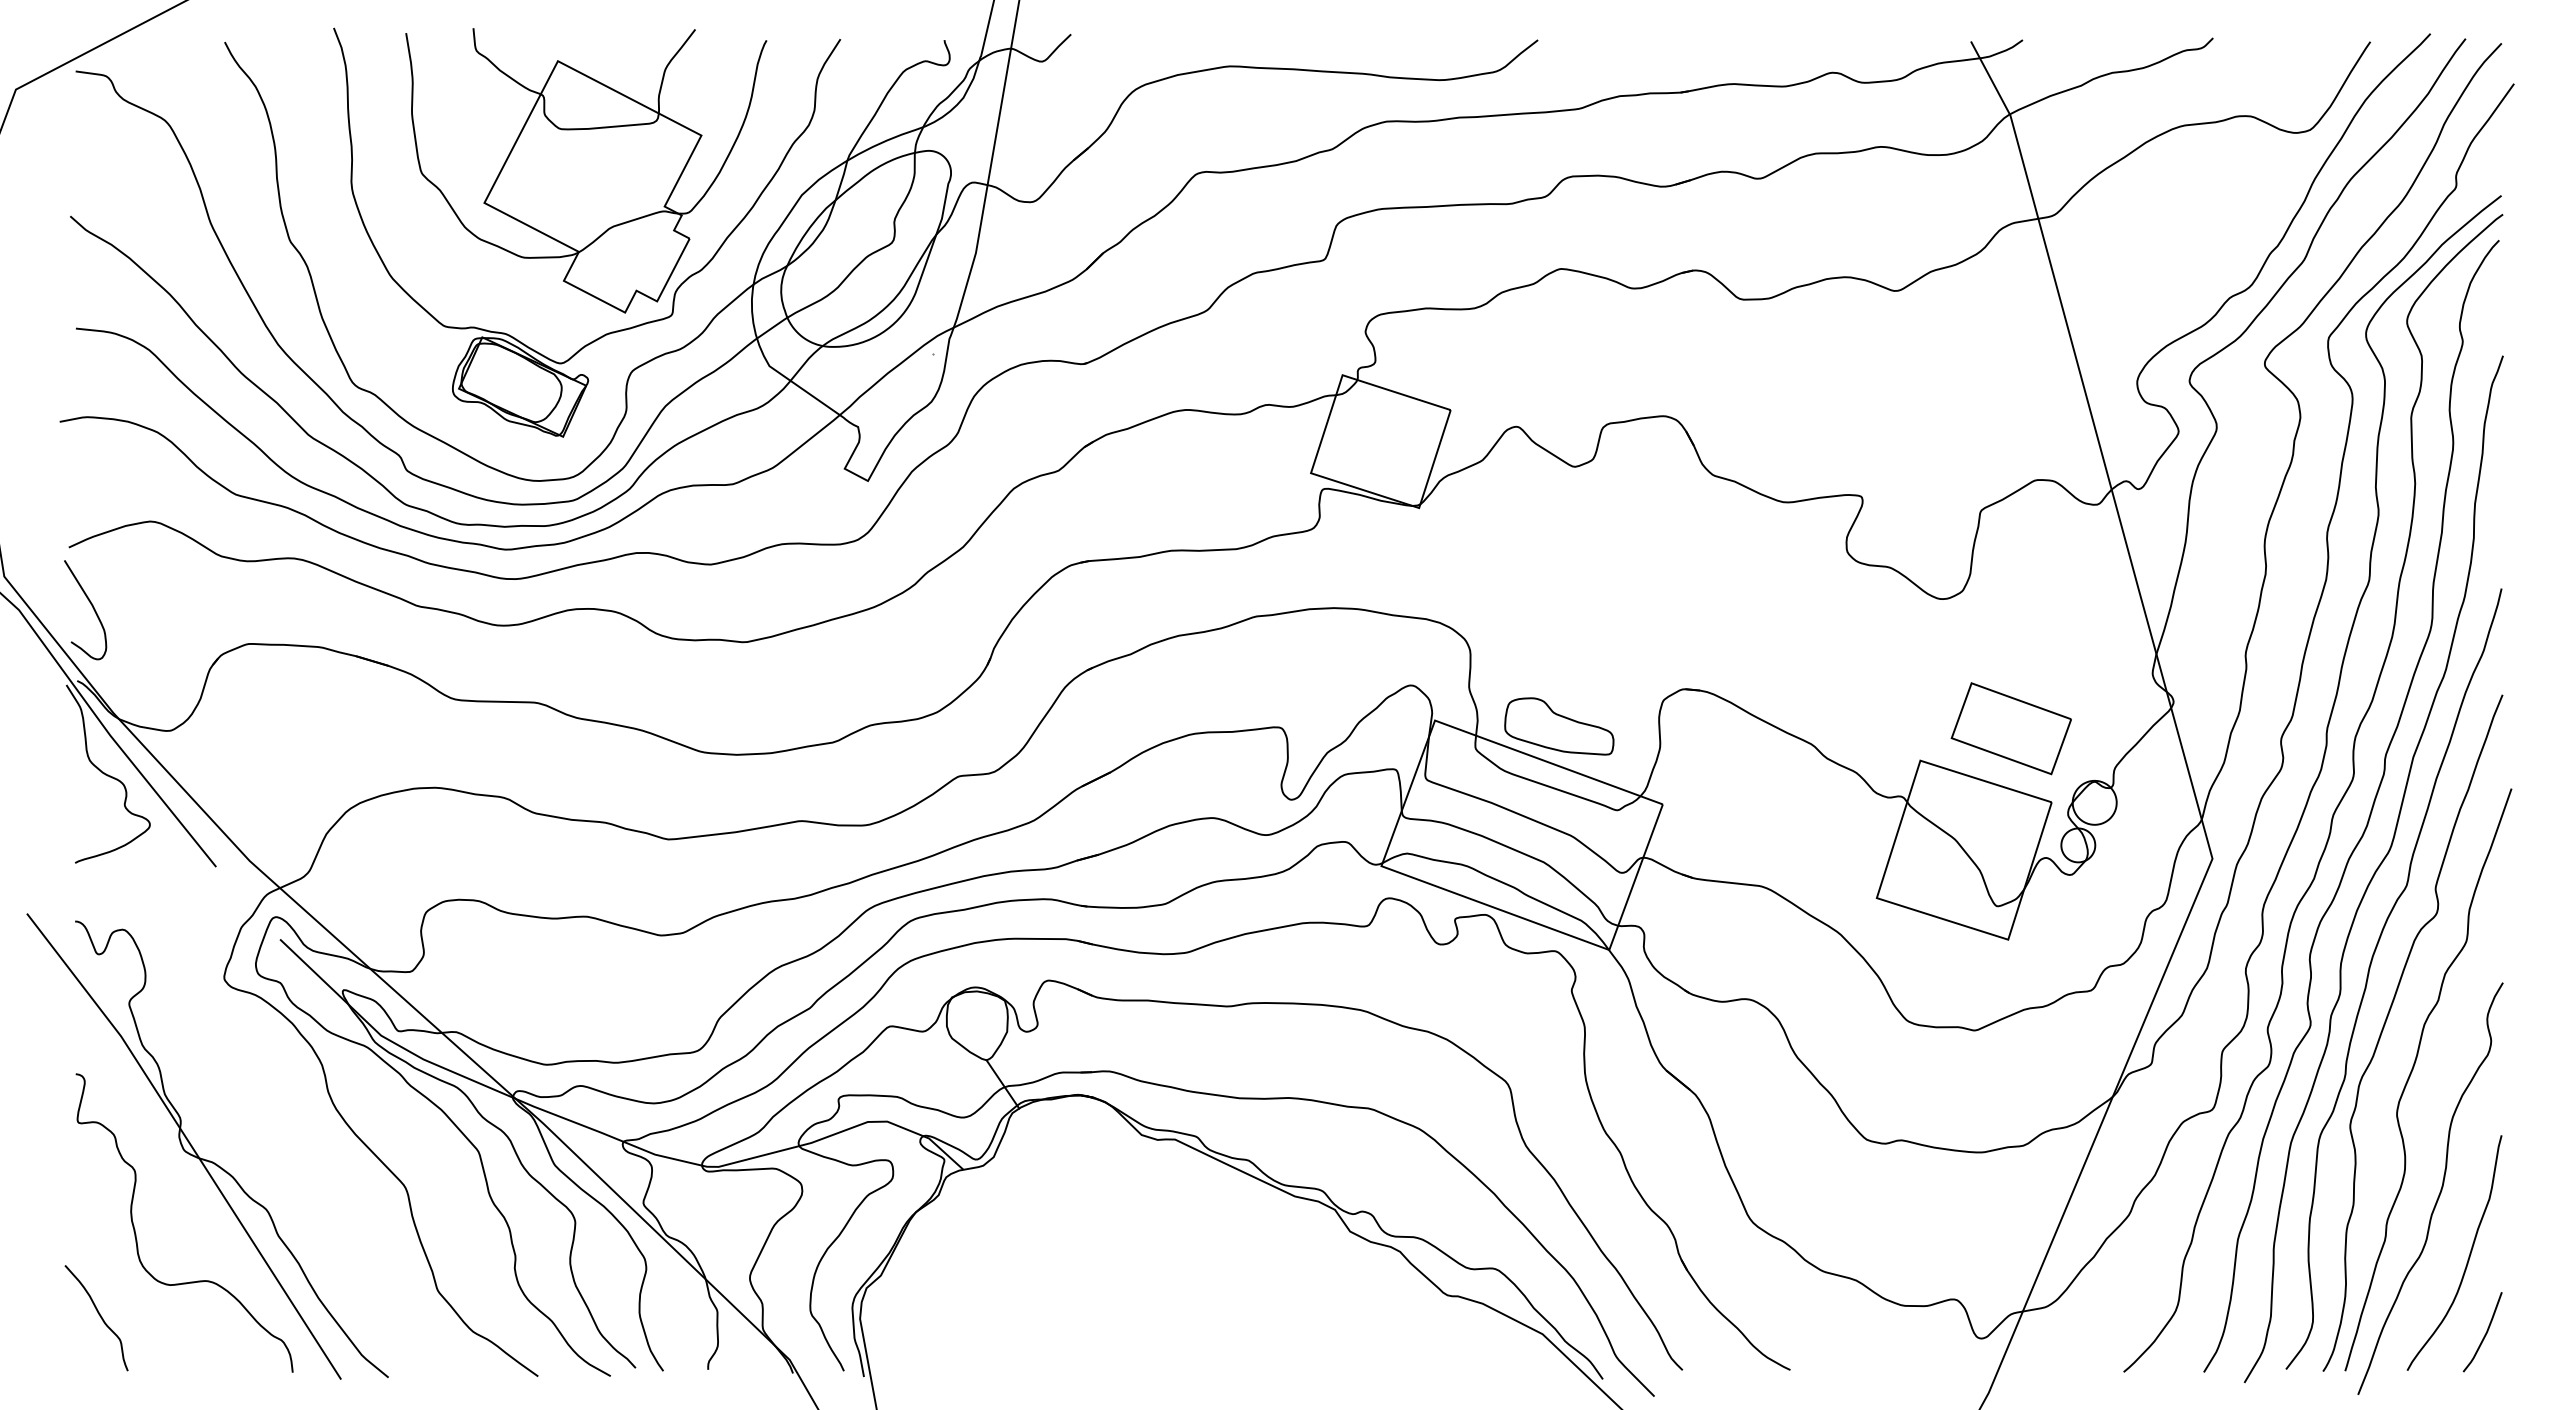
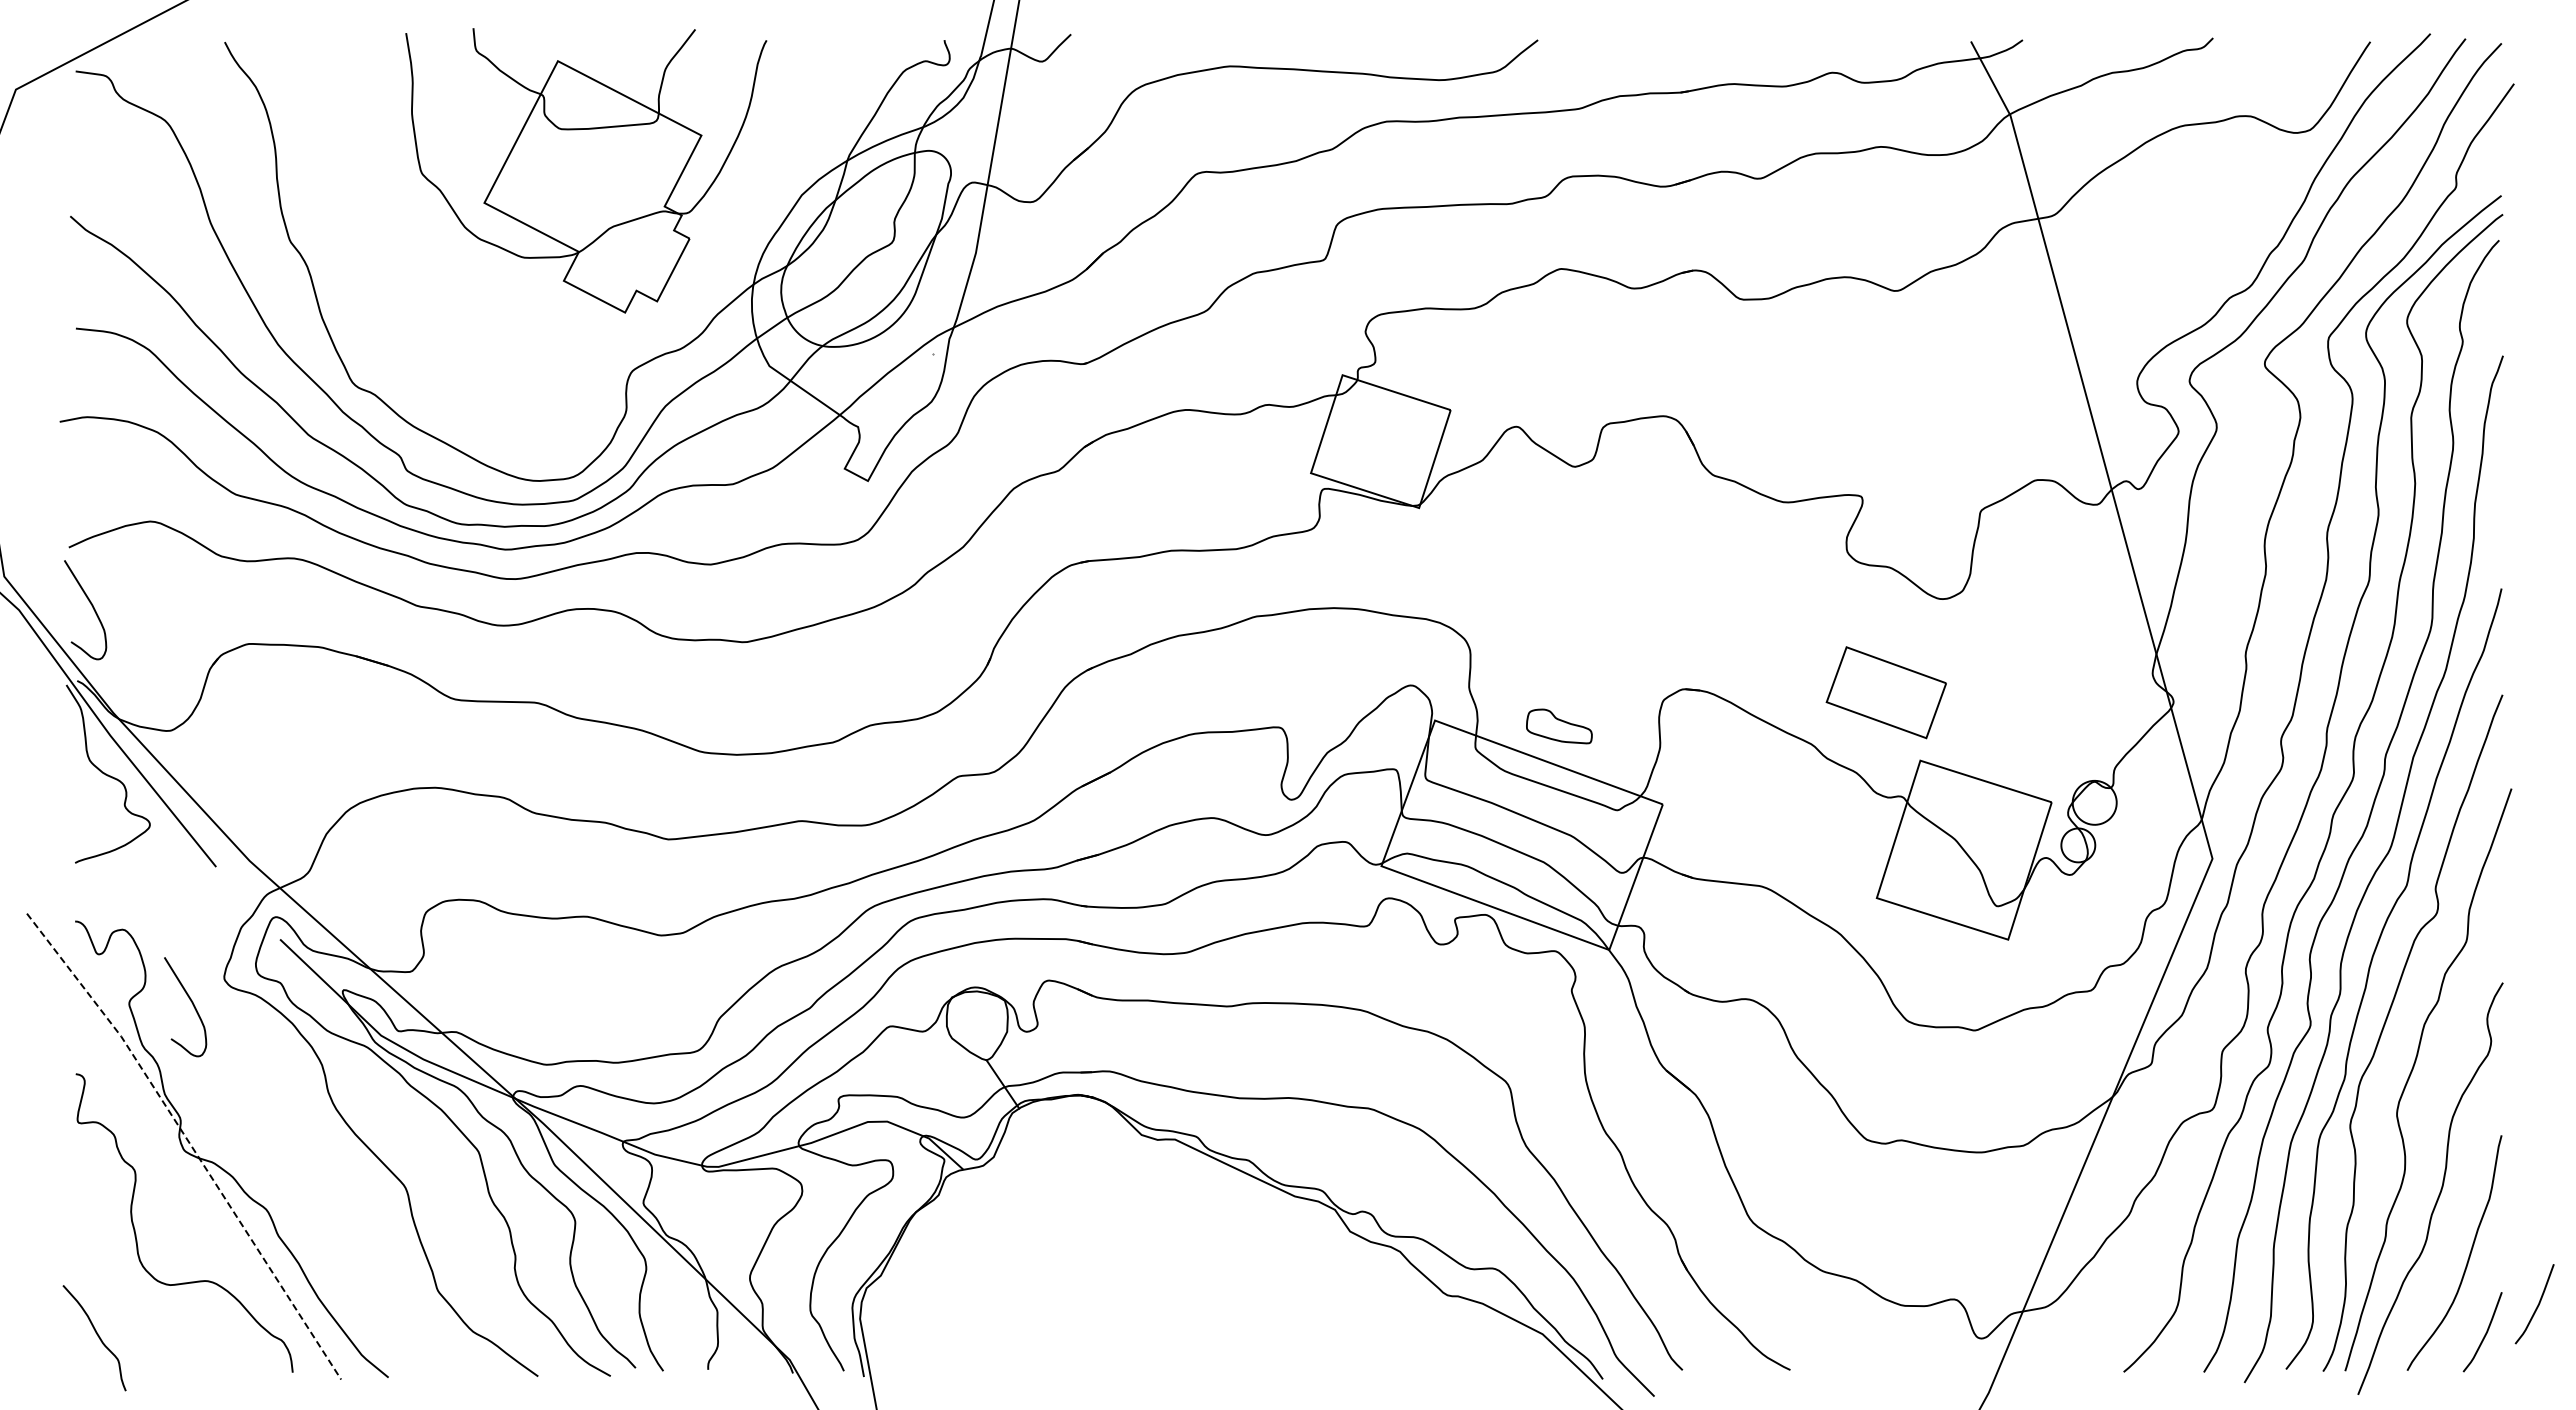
part at (612, 331): present -> none
part at (1559, 726) size: 111x59 px -> 67x37 px
part at (2010, 728) position: (2010, 728) -> (1885, 692)
curve at (192, 1005): none -> present
line at (189, 1142): solid -> dashed
curve at (2536, 1306): none -> present
curve at (99, 1316) position: (99, 1316) -> (97, 1336)
